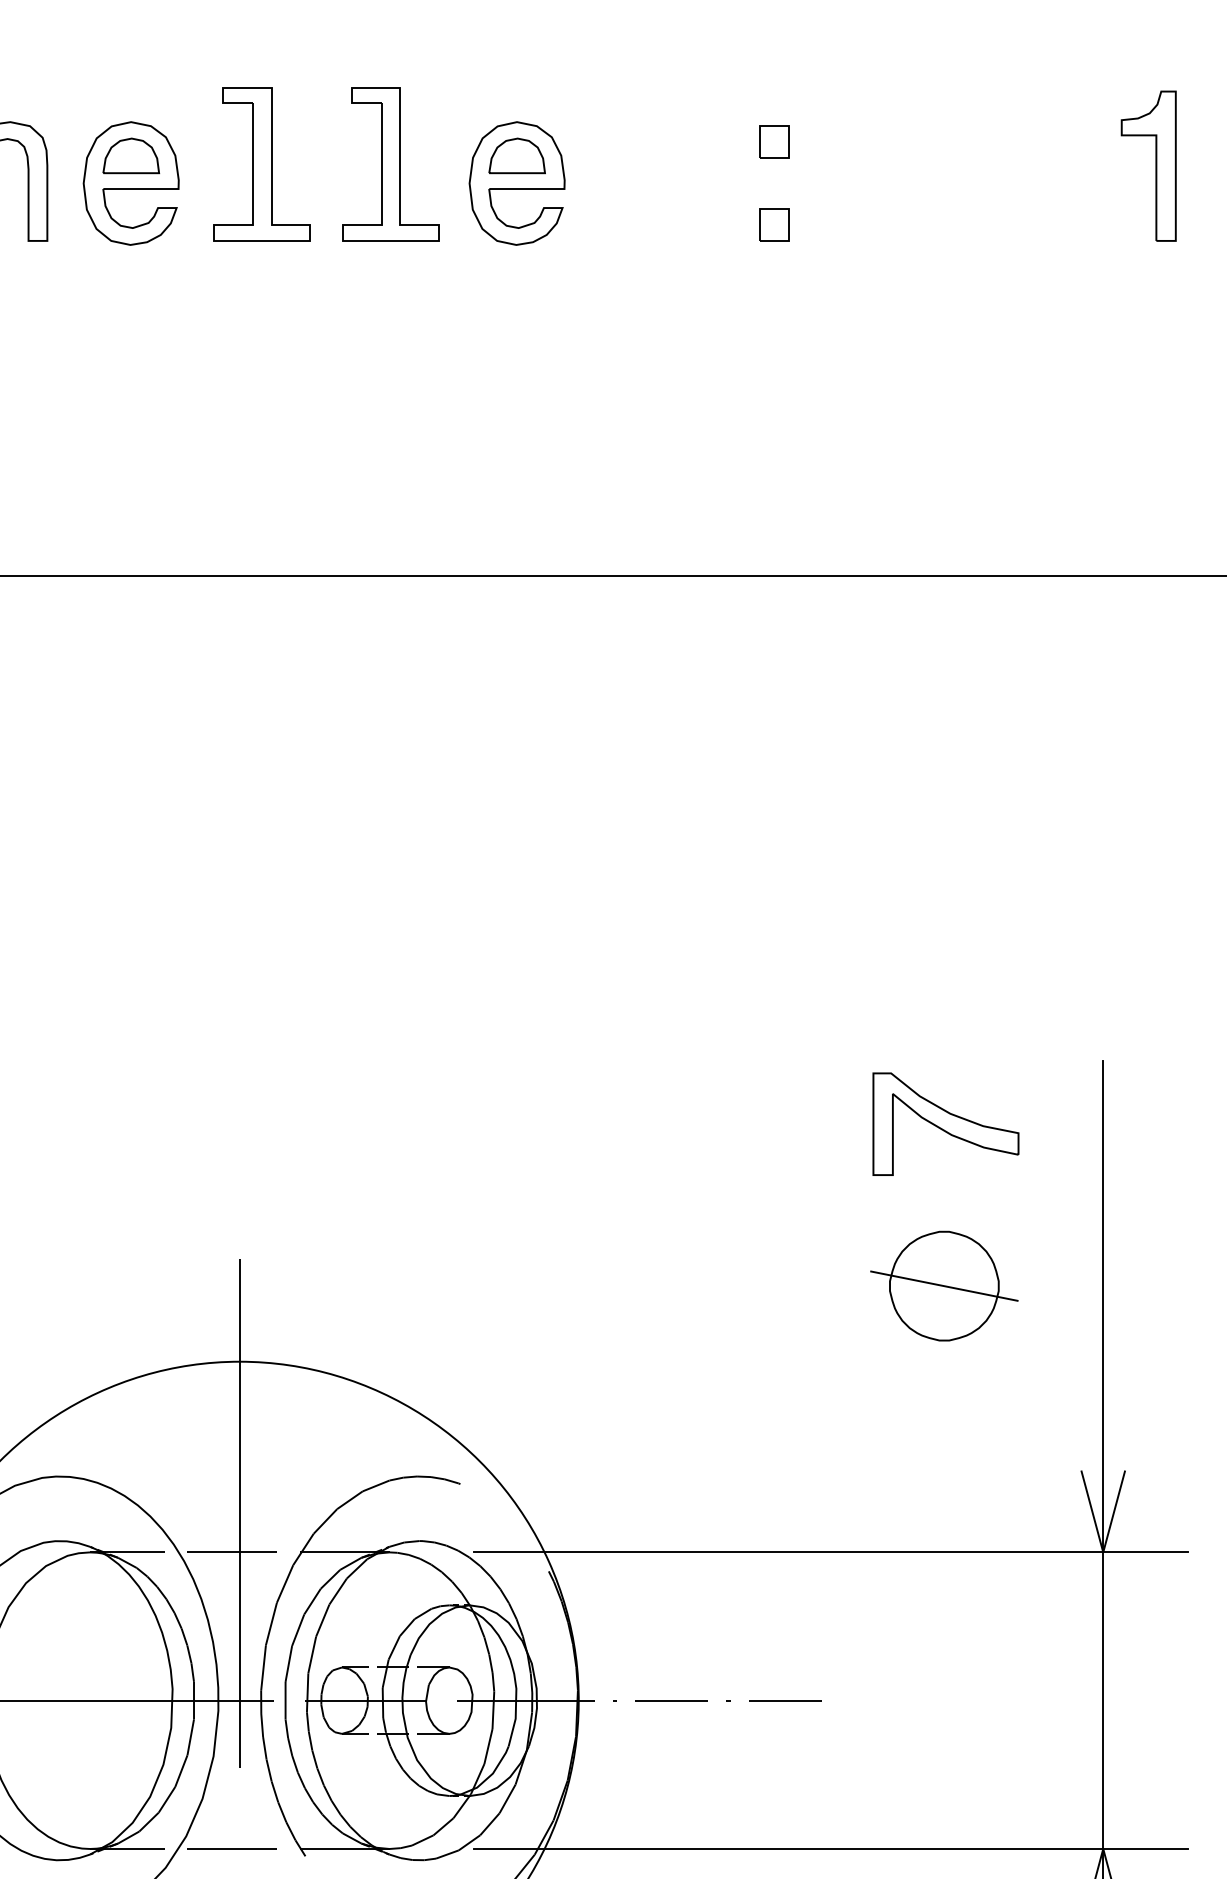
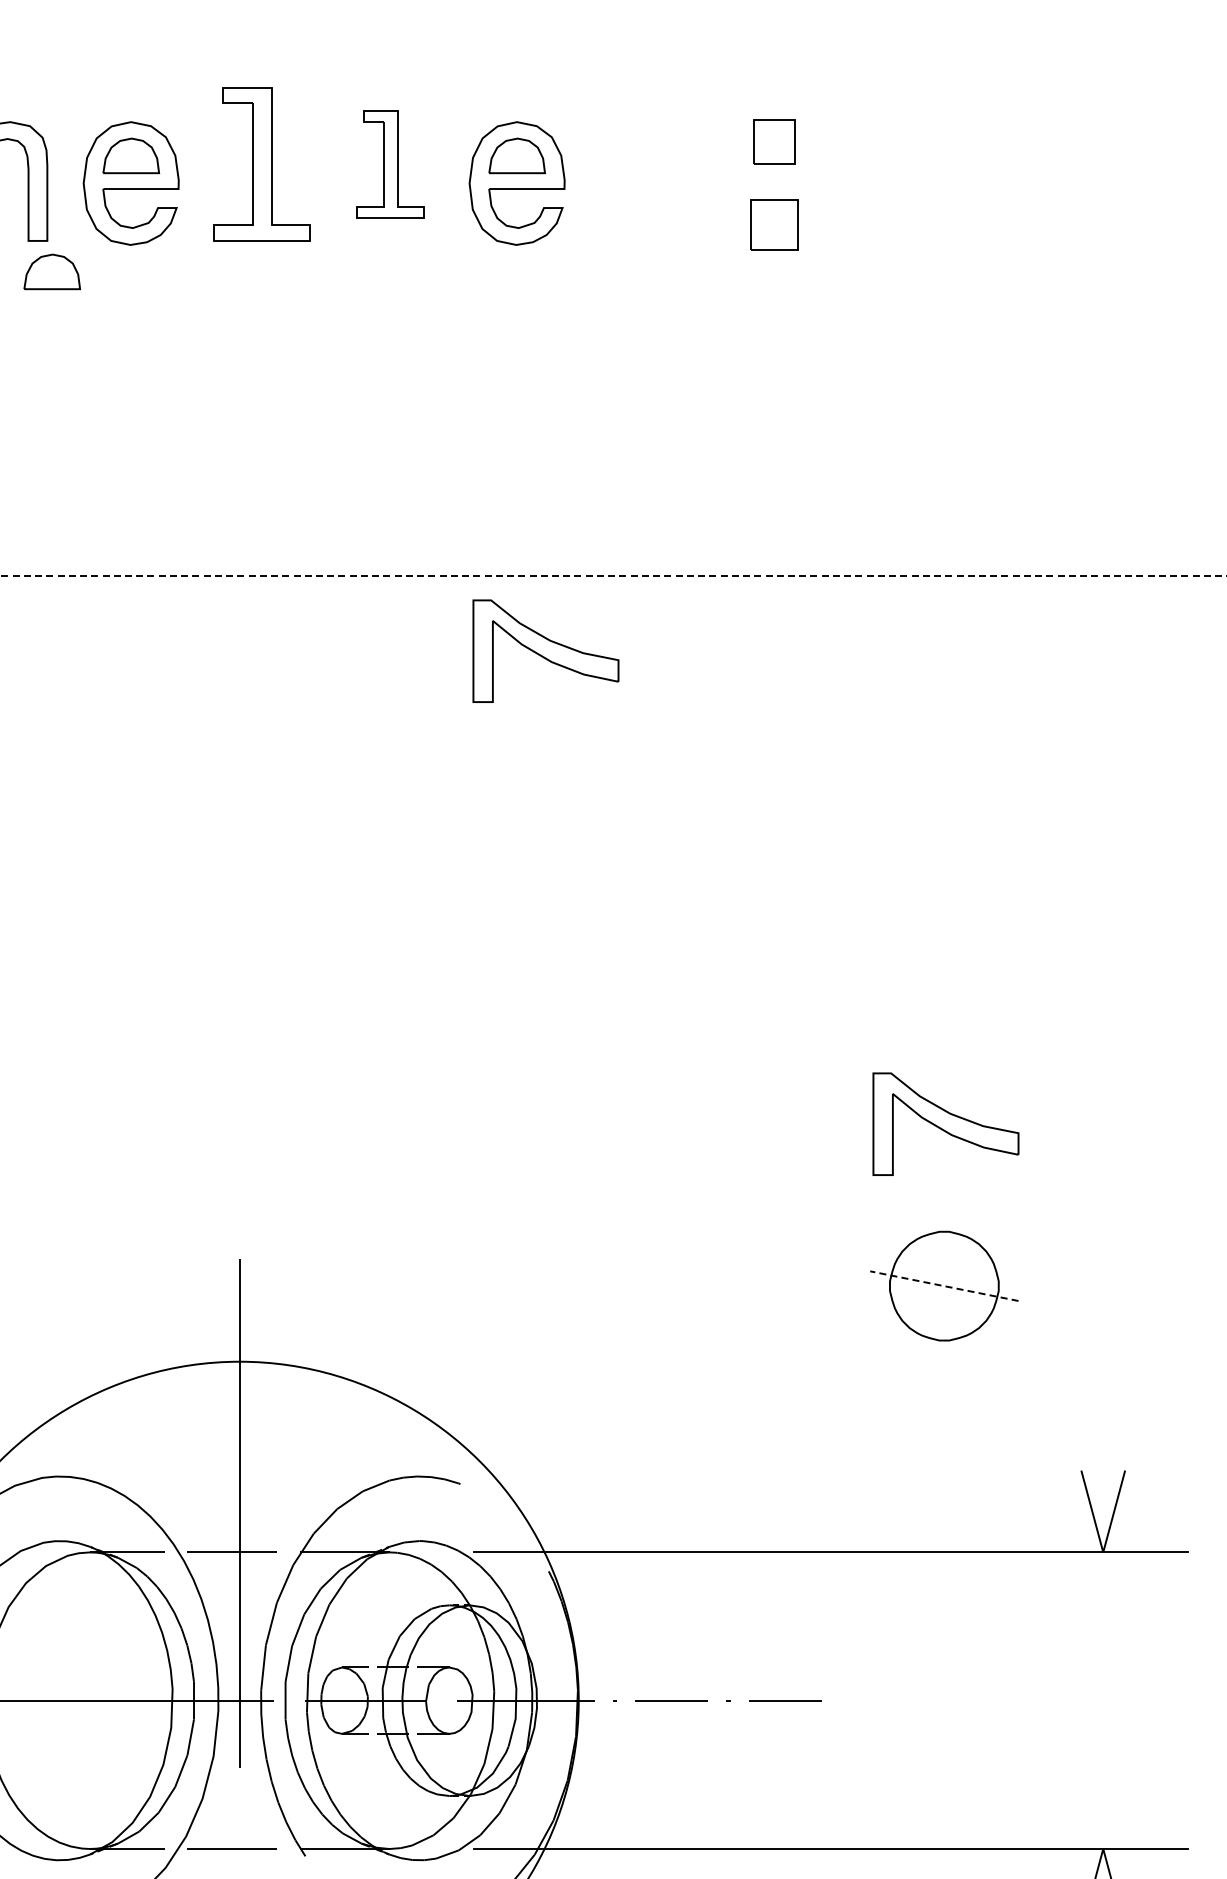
part at (774, 141) size: 31x34 px -> 43x46 px
part at (390, 164) size: 98x155 px -> 69x109 px
part at (1155, 165): present -> none
part at (774, 224) size: 31x34 px -> 49x52 px
part at (52, 271): none -> present
line at (613, 576): solid -> dashed
part at (545, 650): none -> present
line at (944, 1286): solid -> dashed
line at (1103, 1467): present -> none
